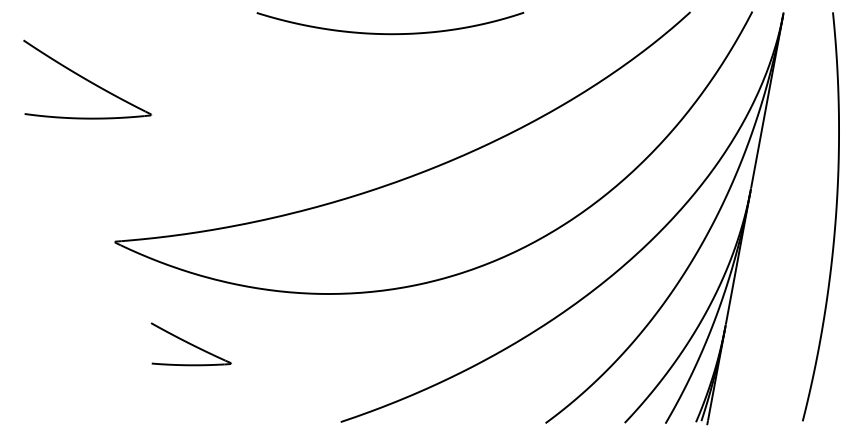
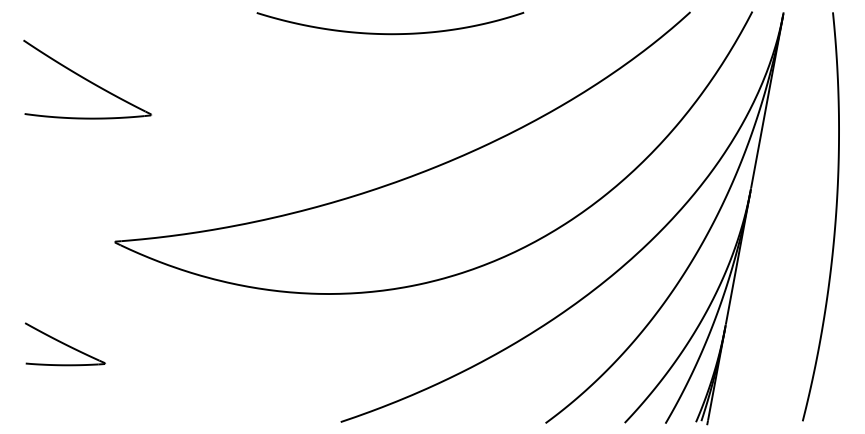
part at (190, 344) position: (190, 344) -> (64, 344)
